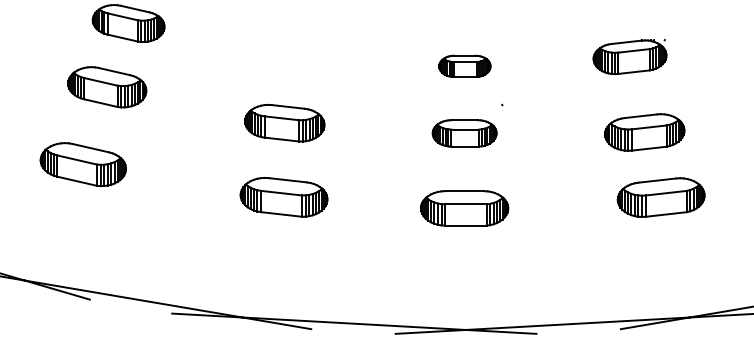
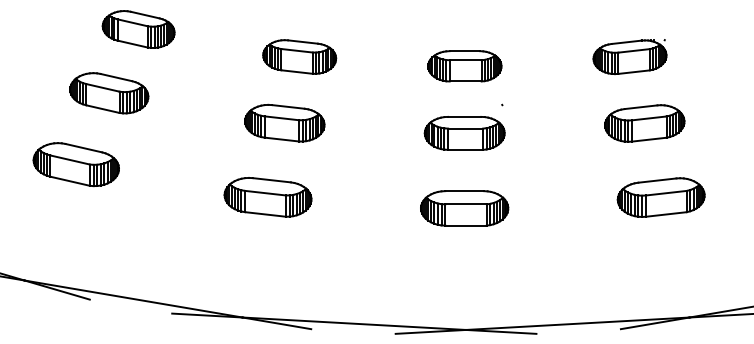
part at (128, 23) position: (128, 23) -> (138, 29)
part at (299, 56): none -> present
part at (464, 65) size: 54x24 px -> 76x33 px
part at (107, 87) position: (107, 87) -> (109, 93)
part at (644, 132) position: (644, 132) -> (644, 123)
part at (464, 133) size: 67x29 px -> 83x35 px
part at (82, 164) position: (82, 164) -> (75, 164)
part at (283, 197) position: (283, 197) -> (267, 197)
